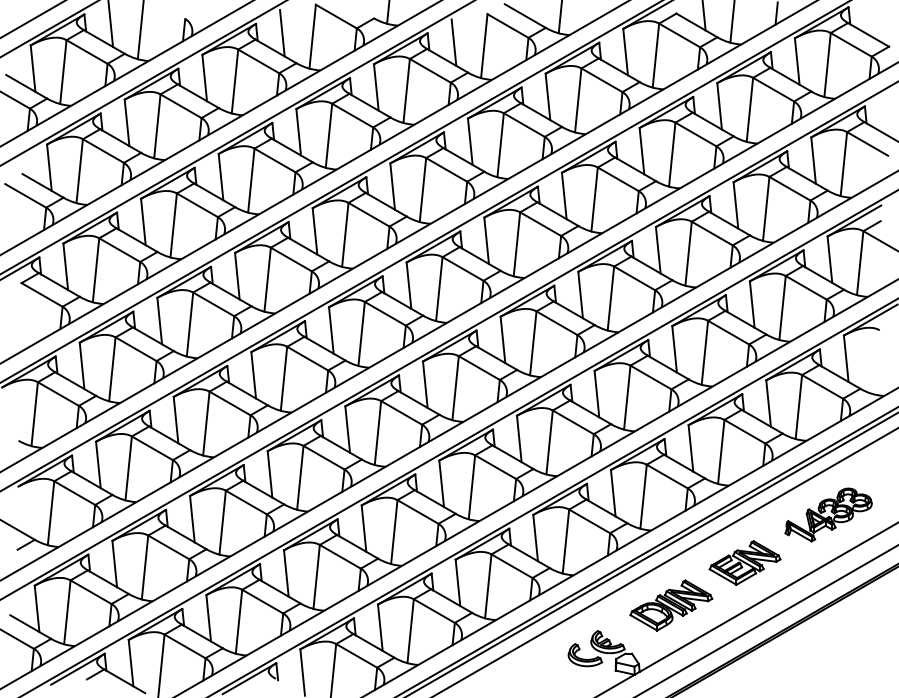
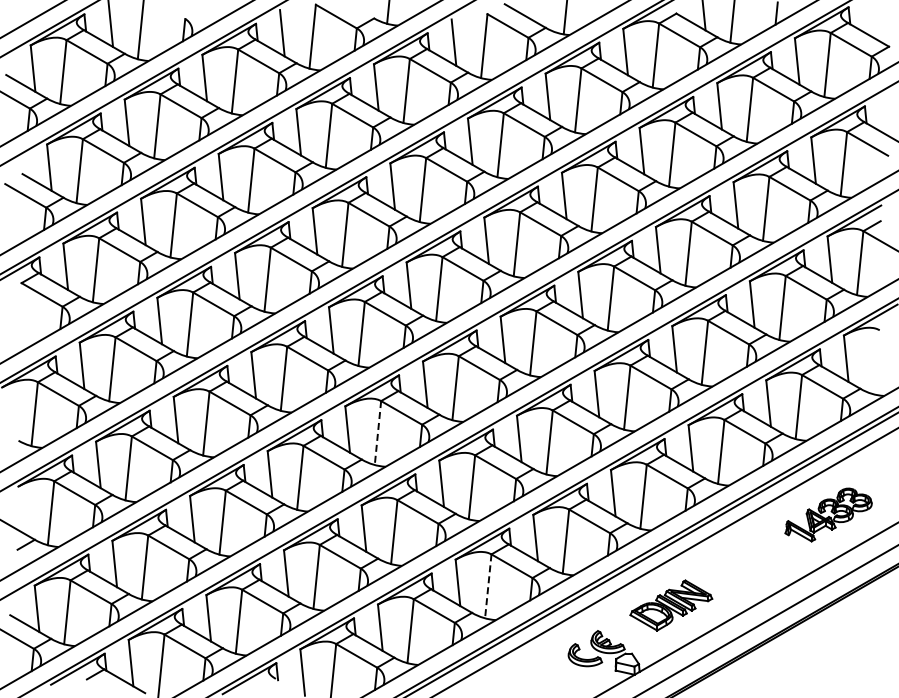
line at (559, 17) position: (559, 17) -> (564, 18)
line at (377, 433): solid -> dashed
part at (744, 562): present -> none
line at (488, 586): solid -> dashed
